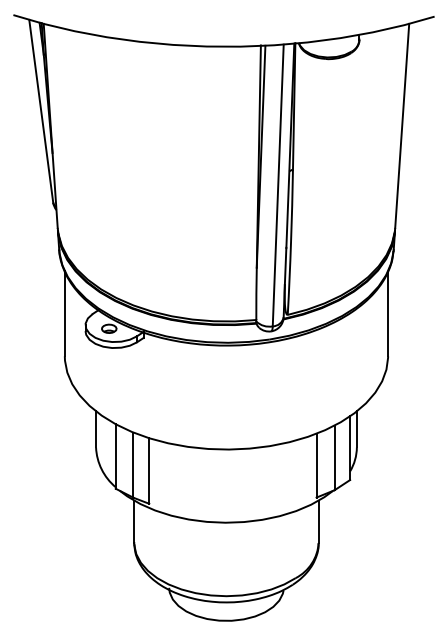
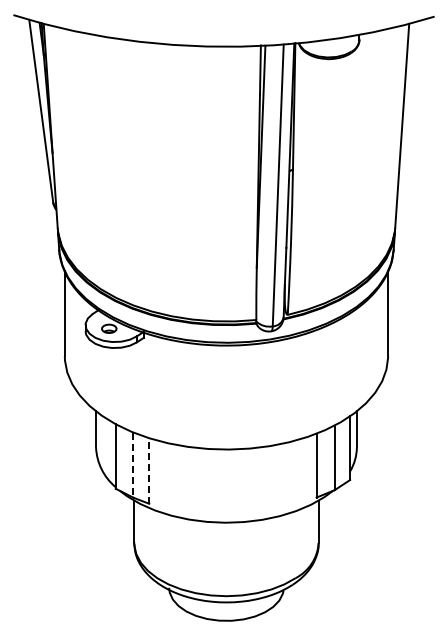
line at (133, 465): solid -> dashed
line at (149, 471): solid -> dashed
